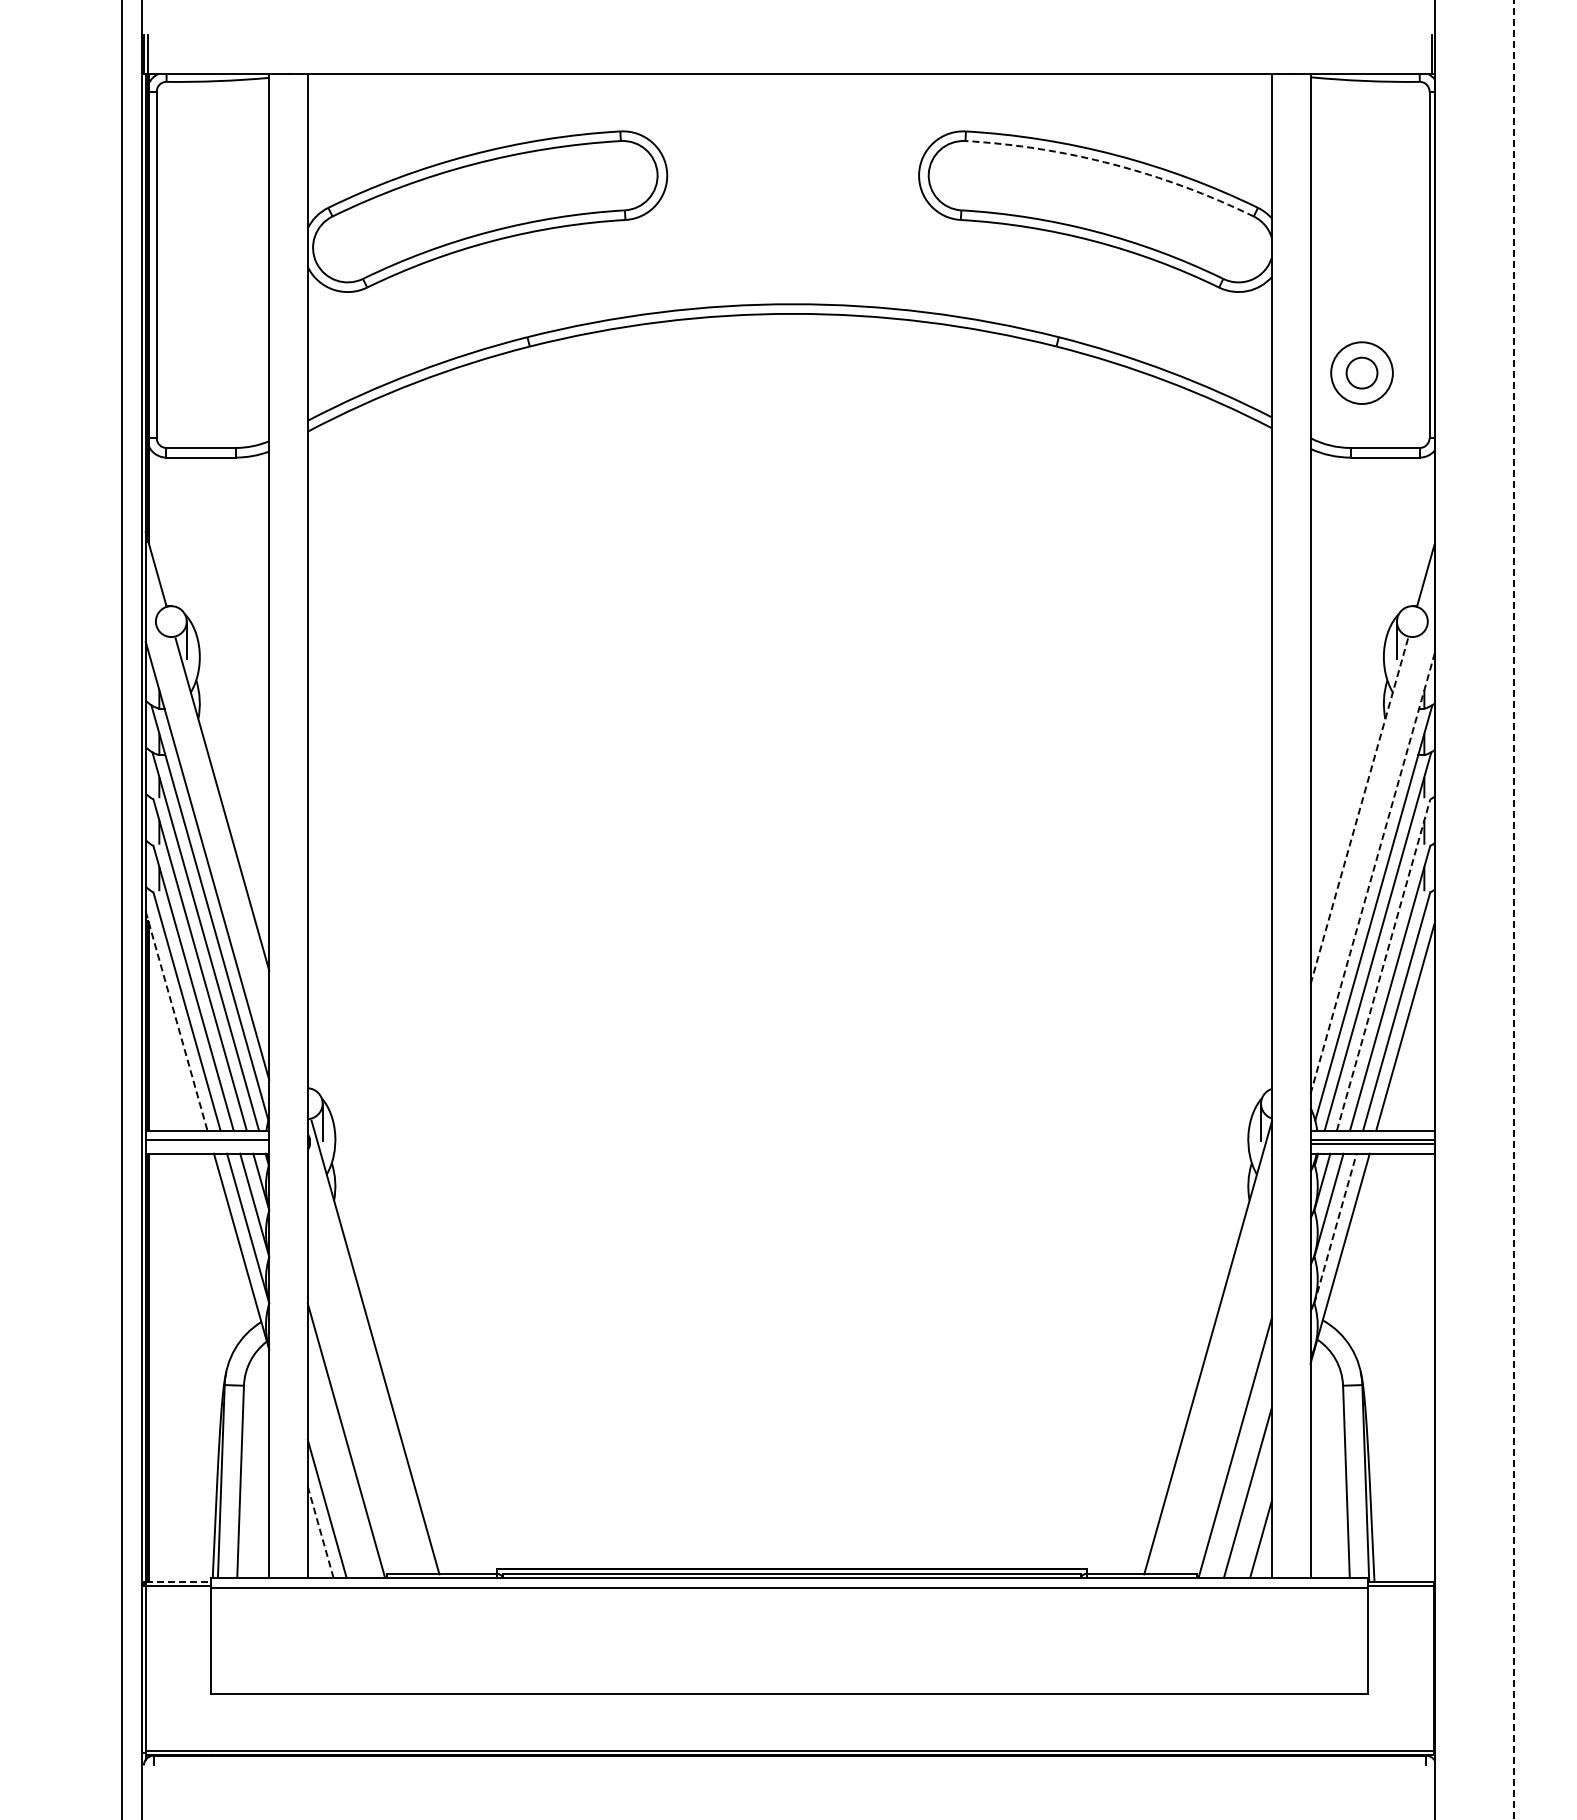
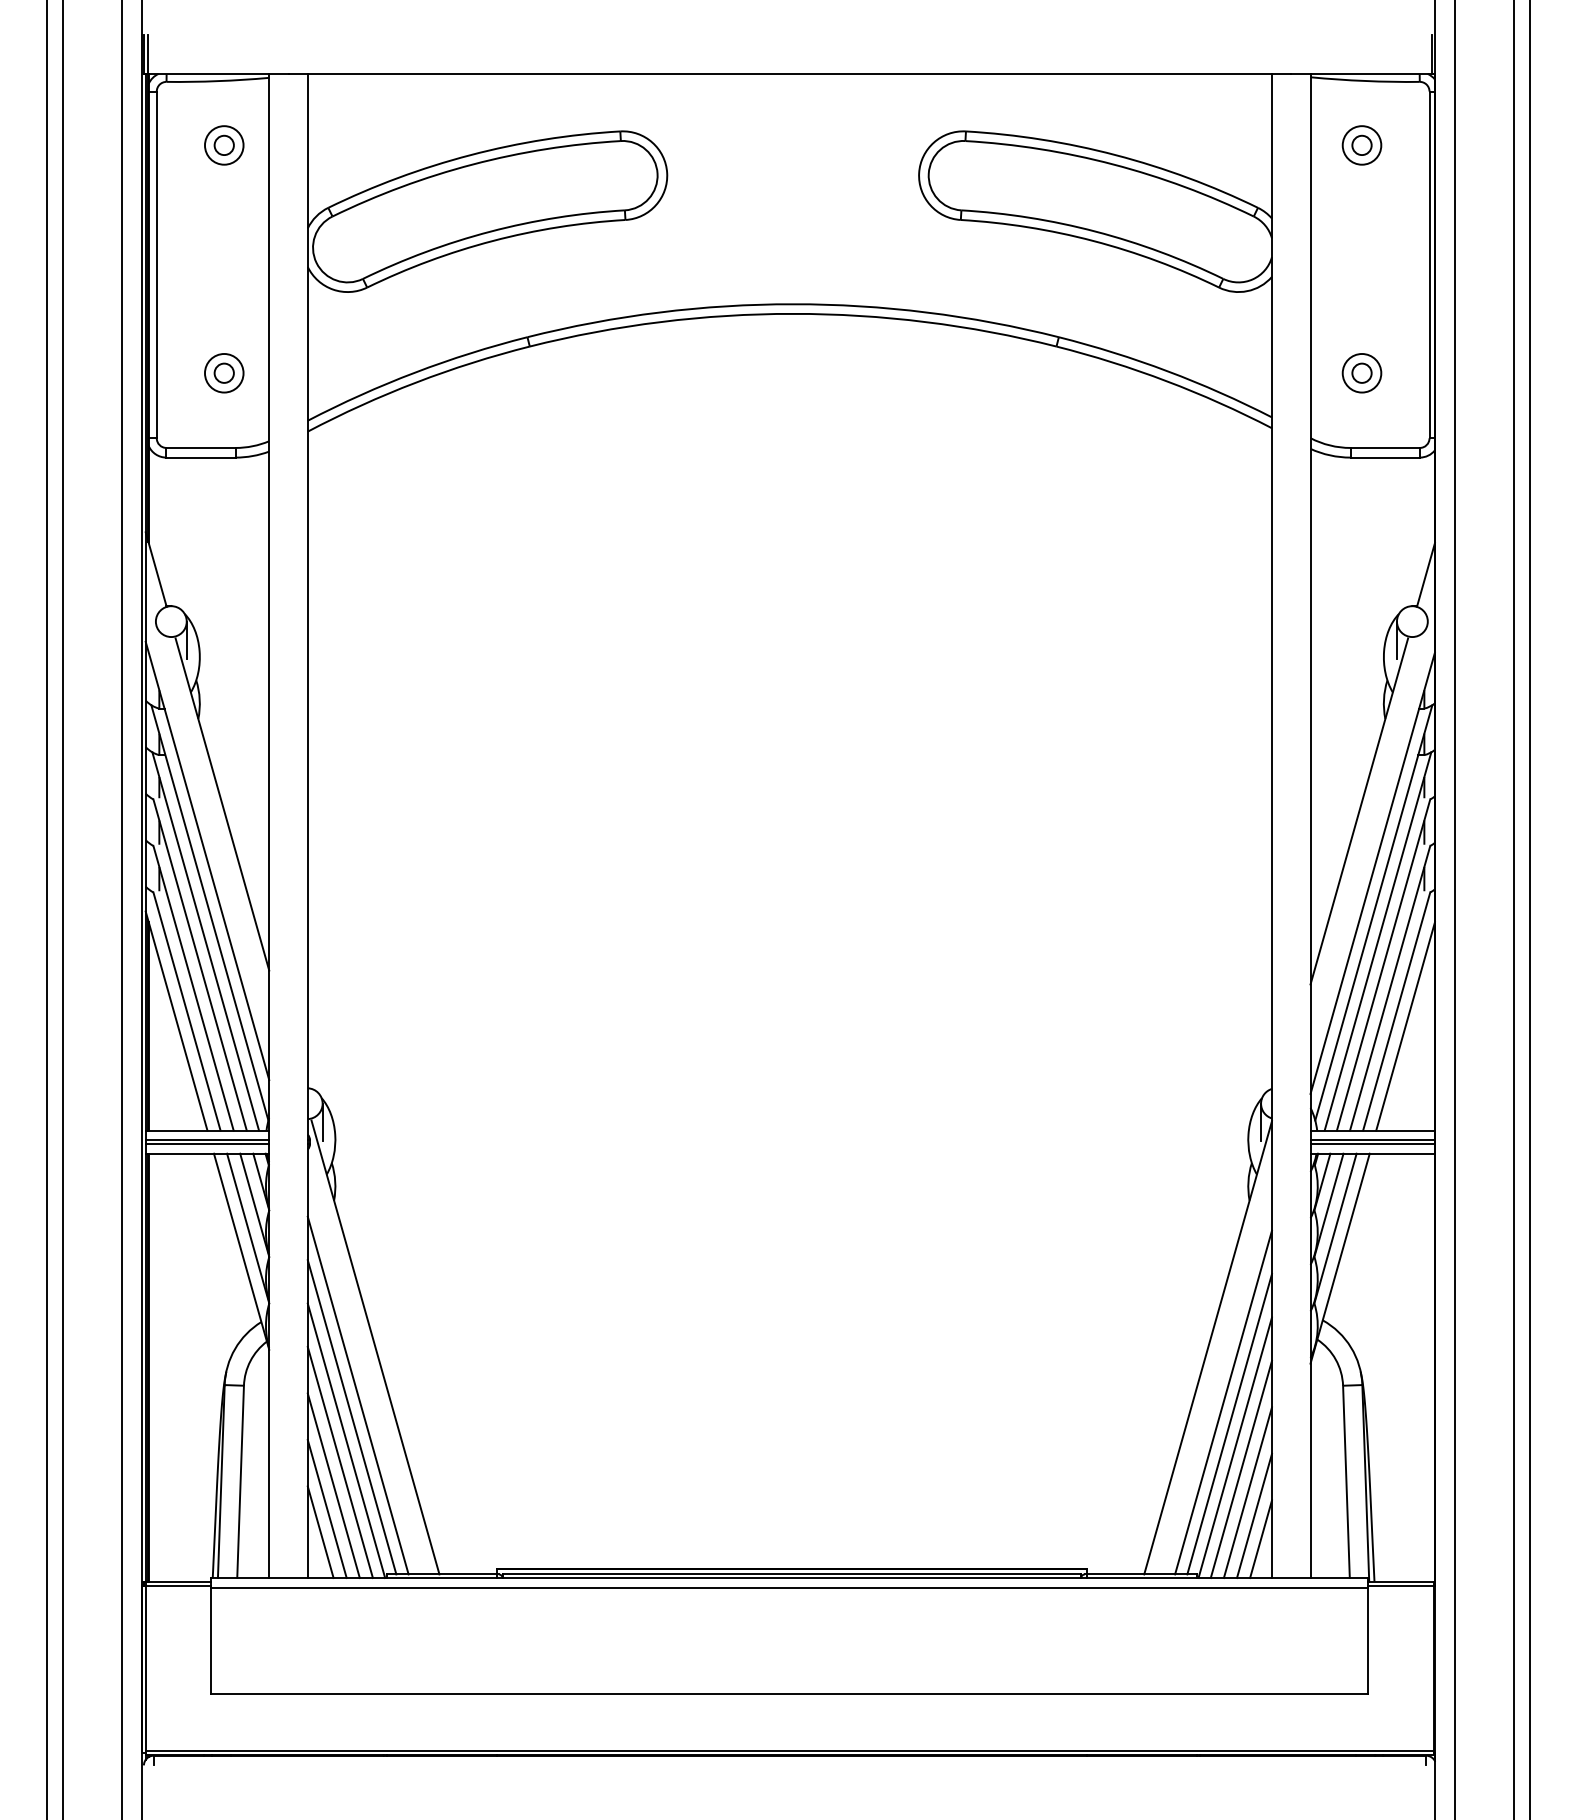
part at (224, 145): none -> present
part at (1361, 145): none -> present
arc at (1113, 164): dashed -> solid
part at (1361, 372) size: 64x64 px -> 42x41 px
part at (224, 373): none -> present
line at (1359, 811): dashed -> solid
line at (1372, 872): dashed -> solid
line at (47, 909): none -> present
line at (62, 909): none -> present
line at (1454, 909): none -> present
line at (1529, 909): none -> present
line at (1514, 910): dashed -> solid
line at (1383, 964): dashed -> solid
line at (176, 1021): dashed -> solid
line at (207, 1144): none -> present
line at (1335, 1228): dashed -> solid
line at (357, 1395): none -> present
line at (1223, 1402): none -> present
line at (351, 1417): none -> present
line at (1229, 1424): none -> present
line at (339, 1462): none -> present
line at (1240, 1469): none -> present
line at (333, 1485): none -> present
line at (1254, 1515): none -> present
line at (320, 1532): dashed -> solid
line at (178, 1581): dashed -> solid
